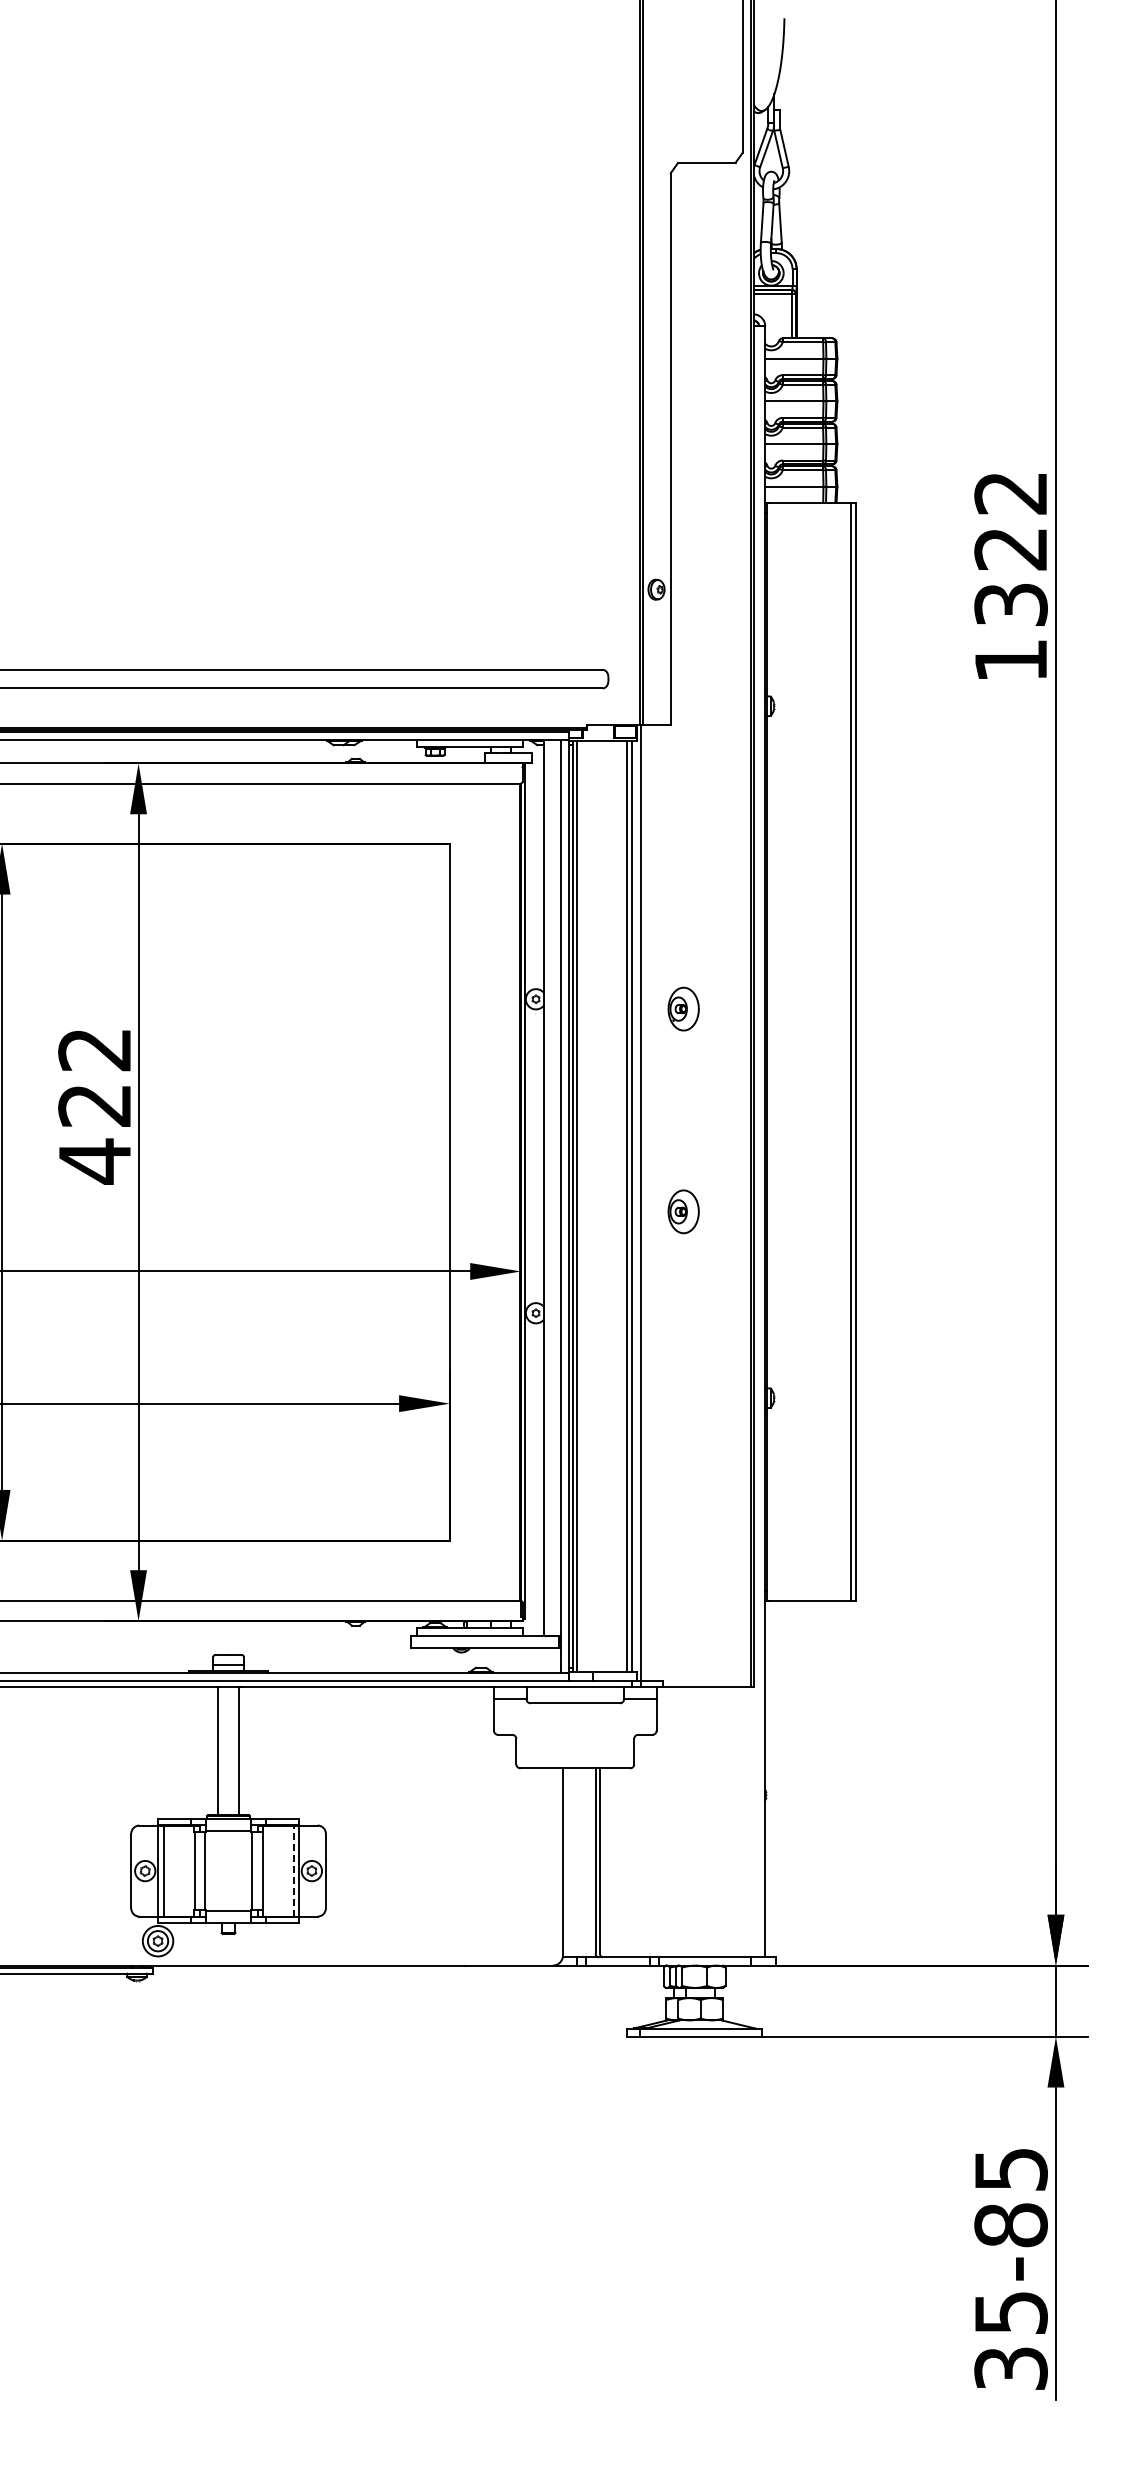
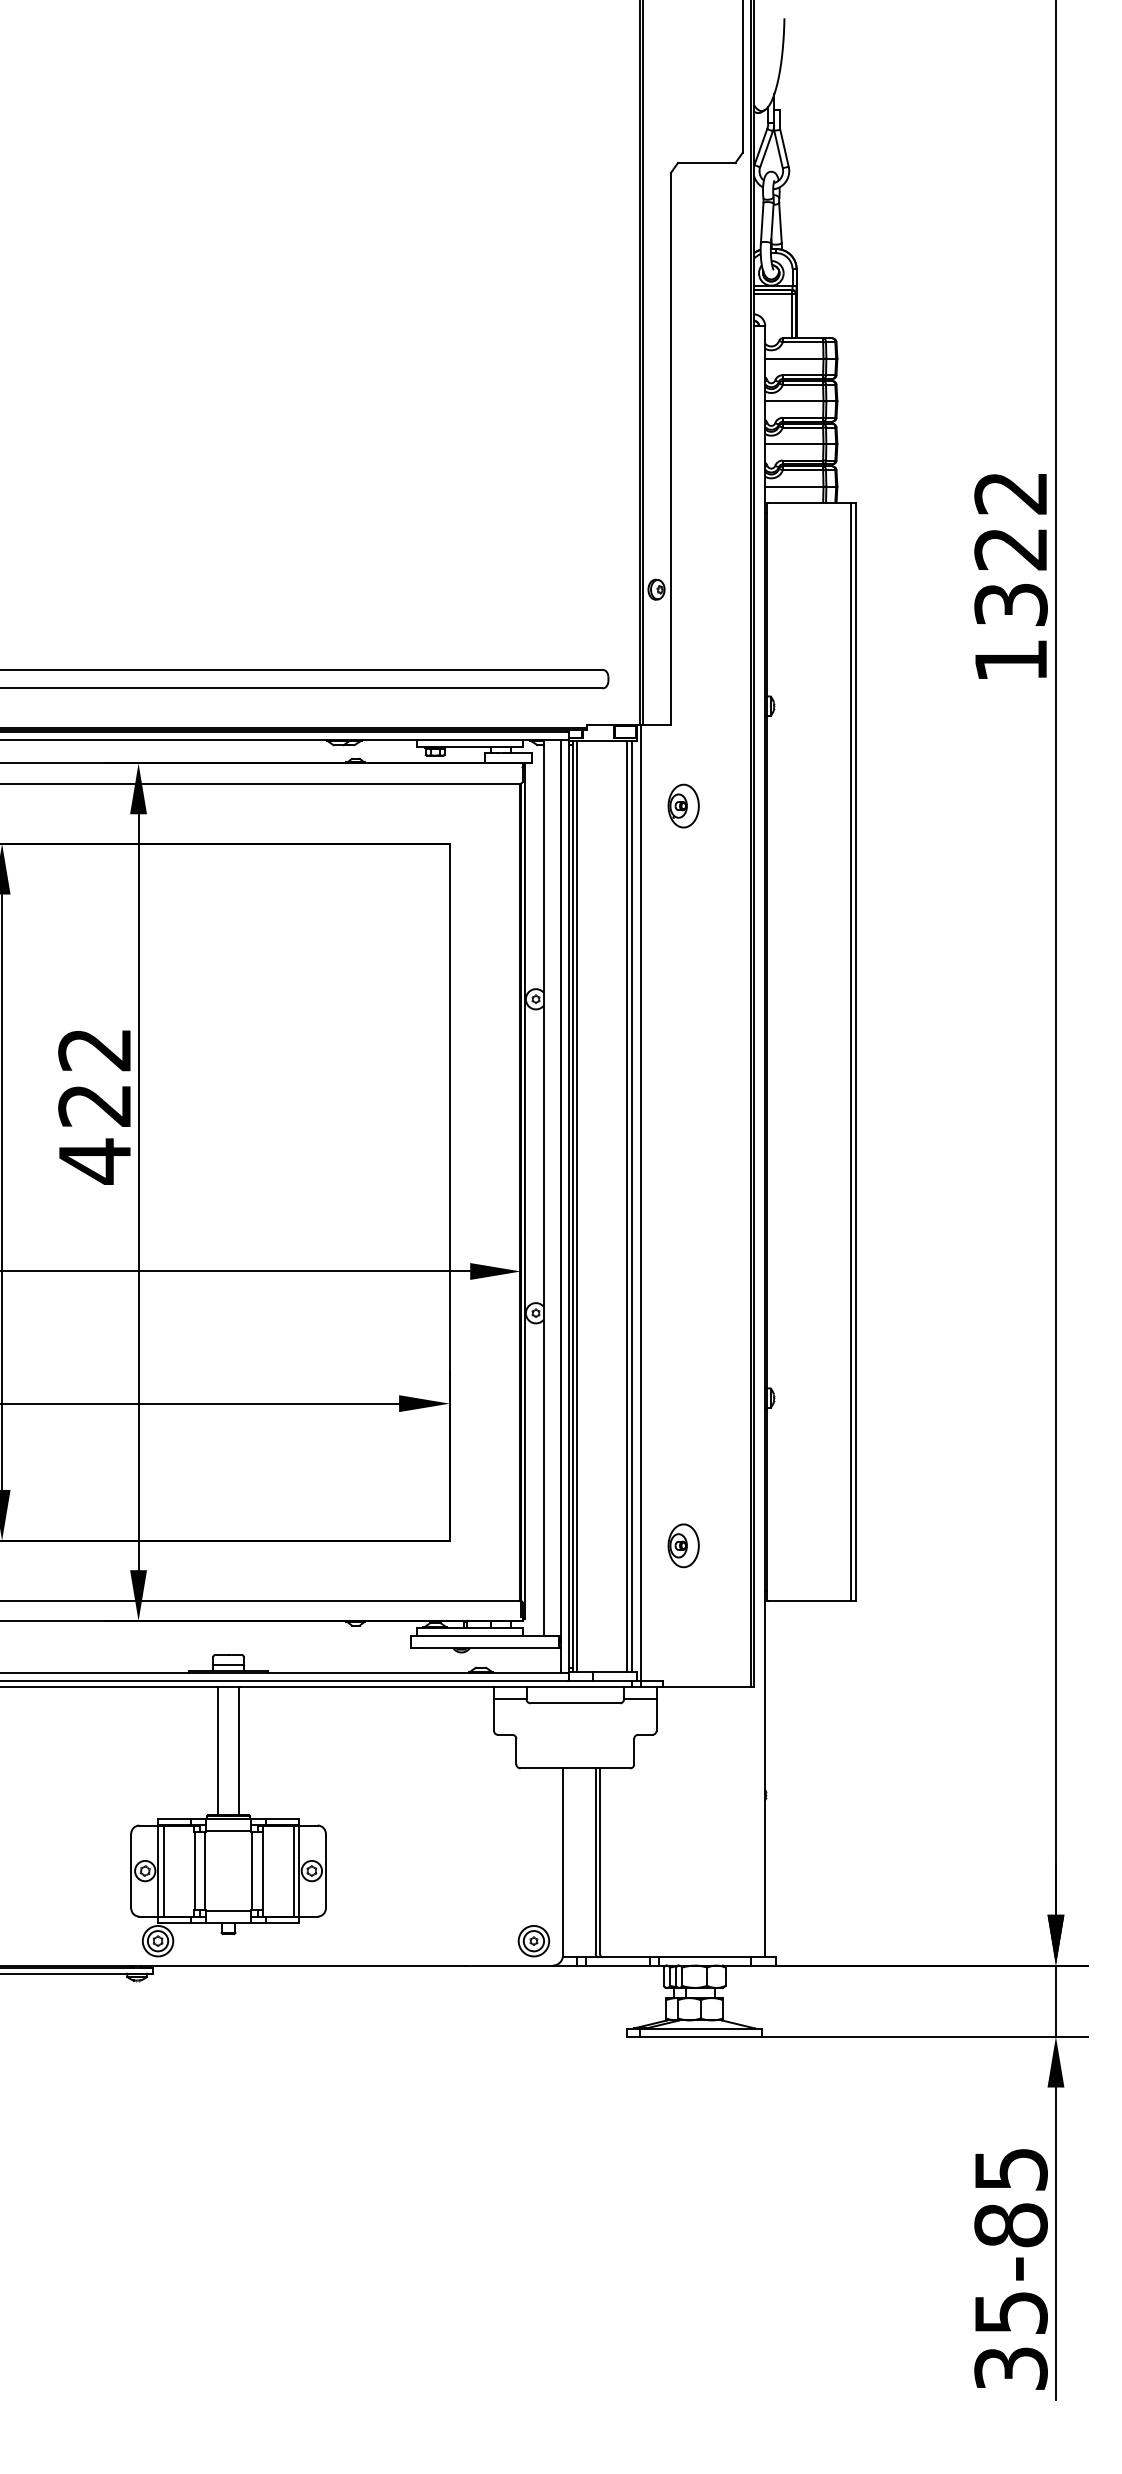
part at (683, 1008) position: (683, 1008) -> (683, 805)
part at (683, 1211) position: (683, 1211) -> (683, 1545)
line at (293, 1871): dashed -> solid
part at (533, 1941): none -> present
